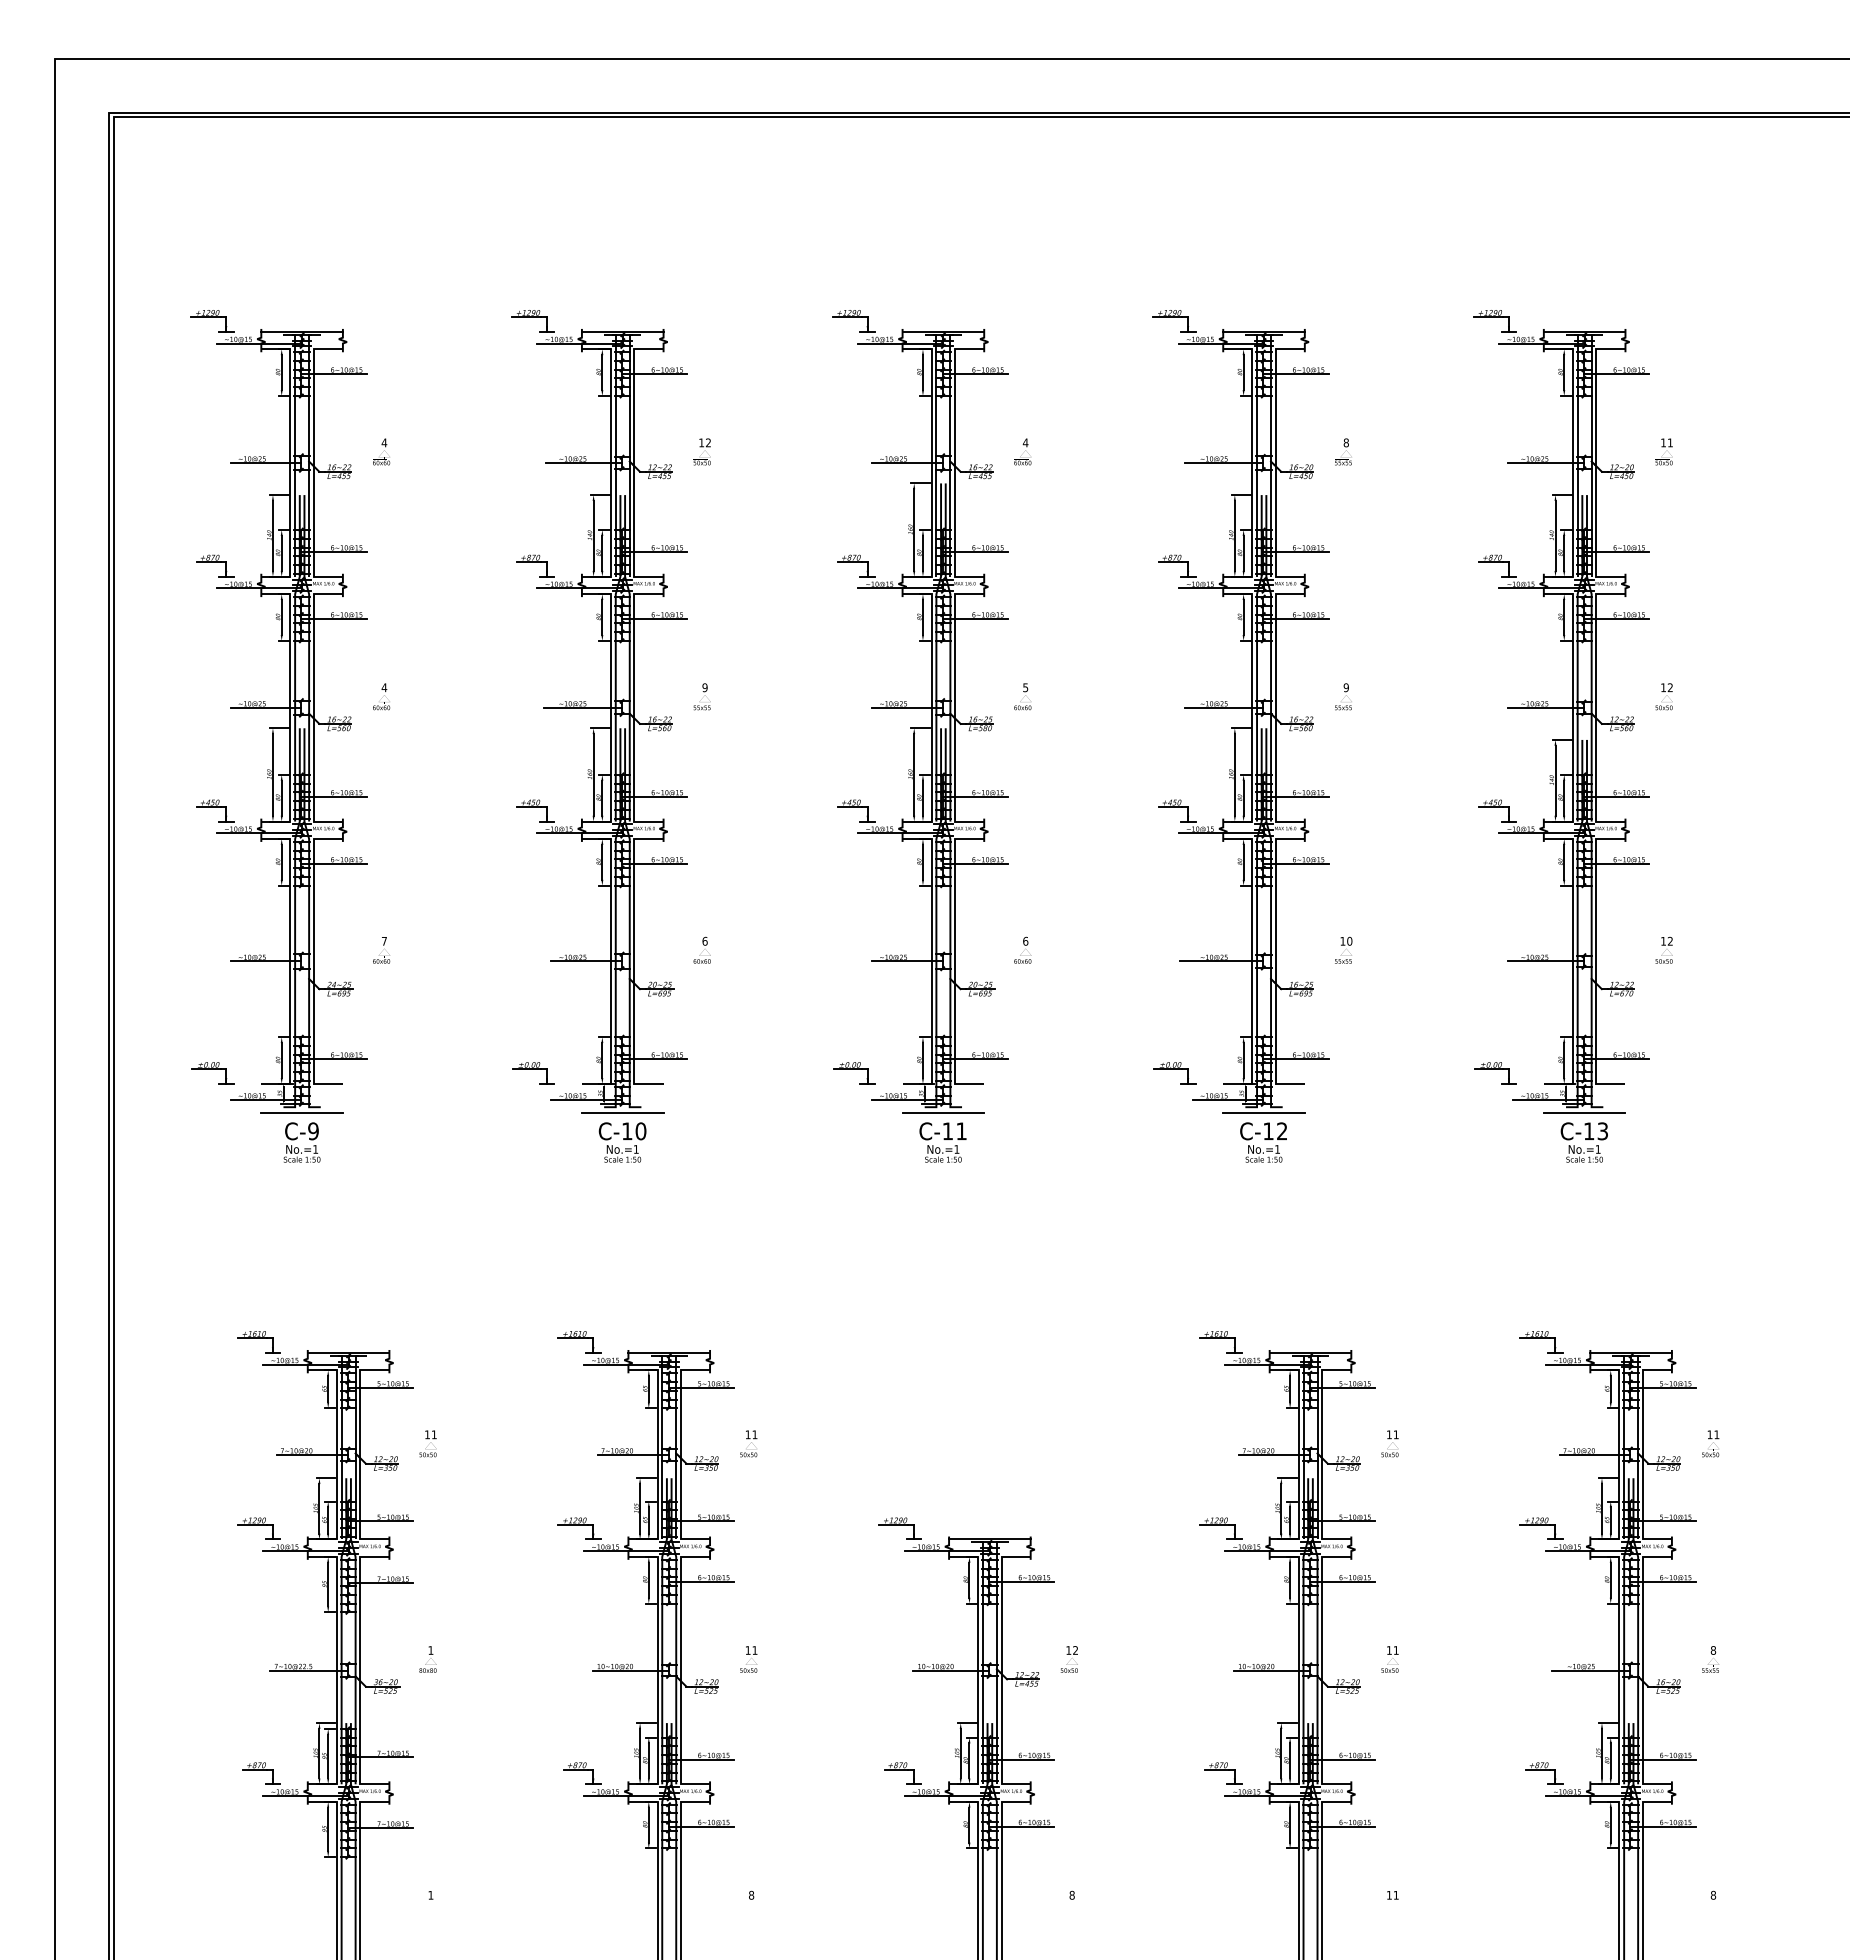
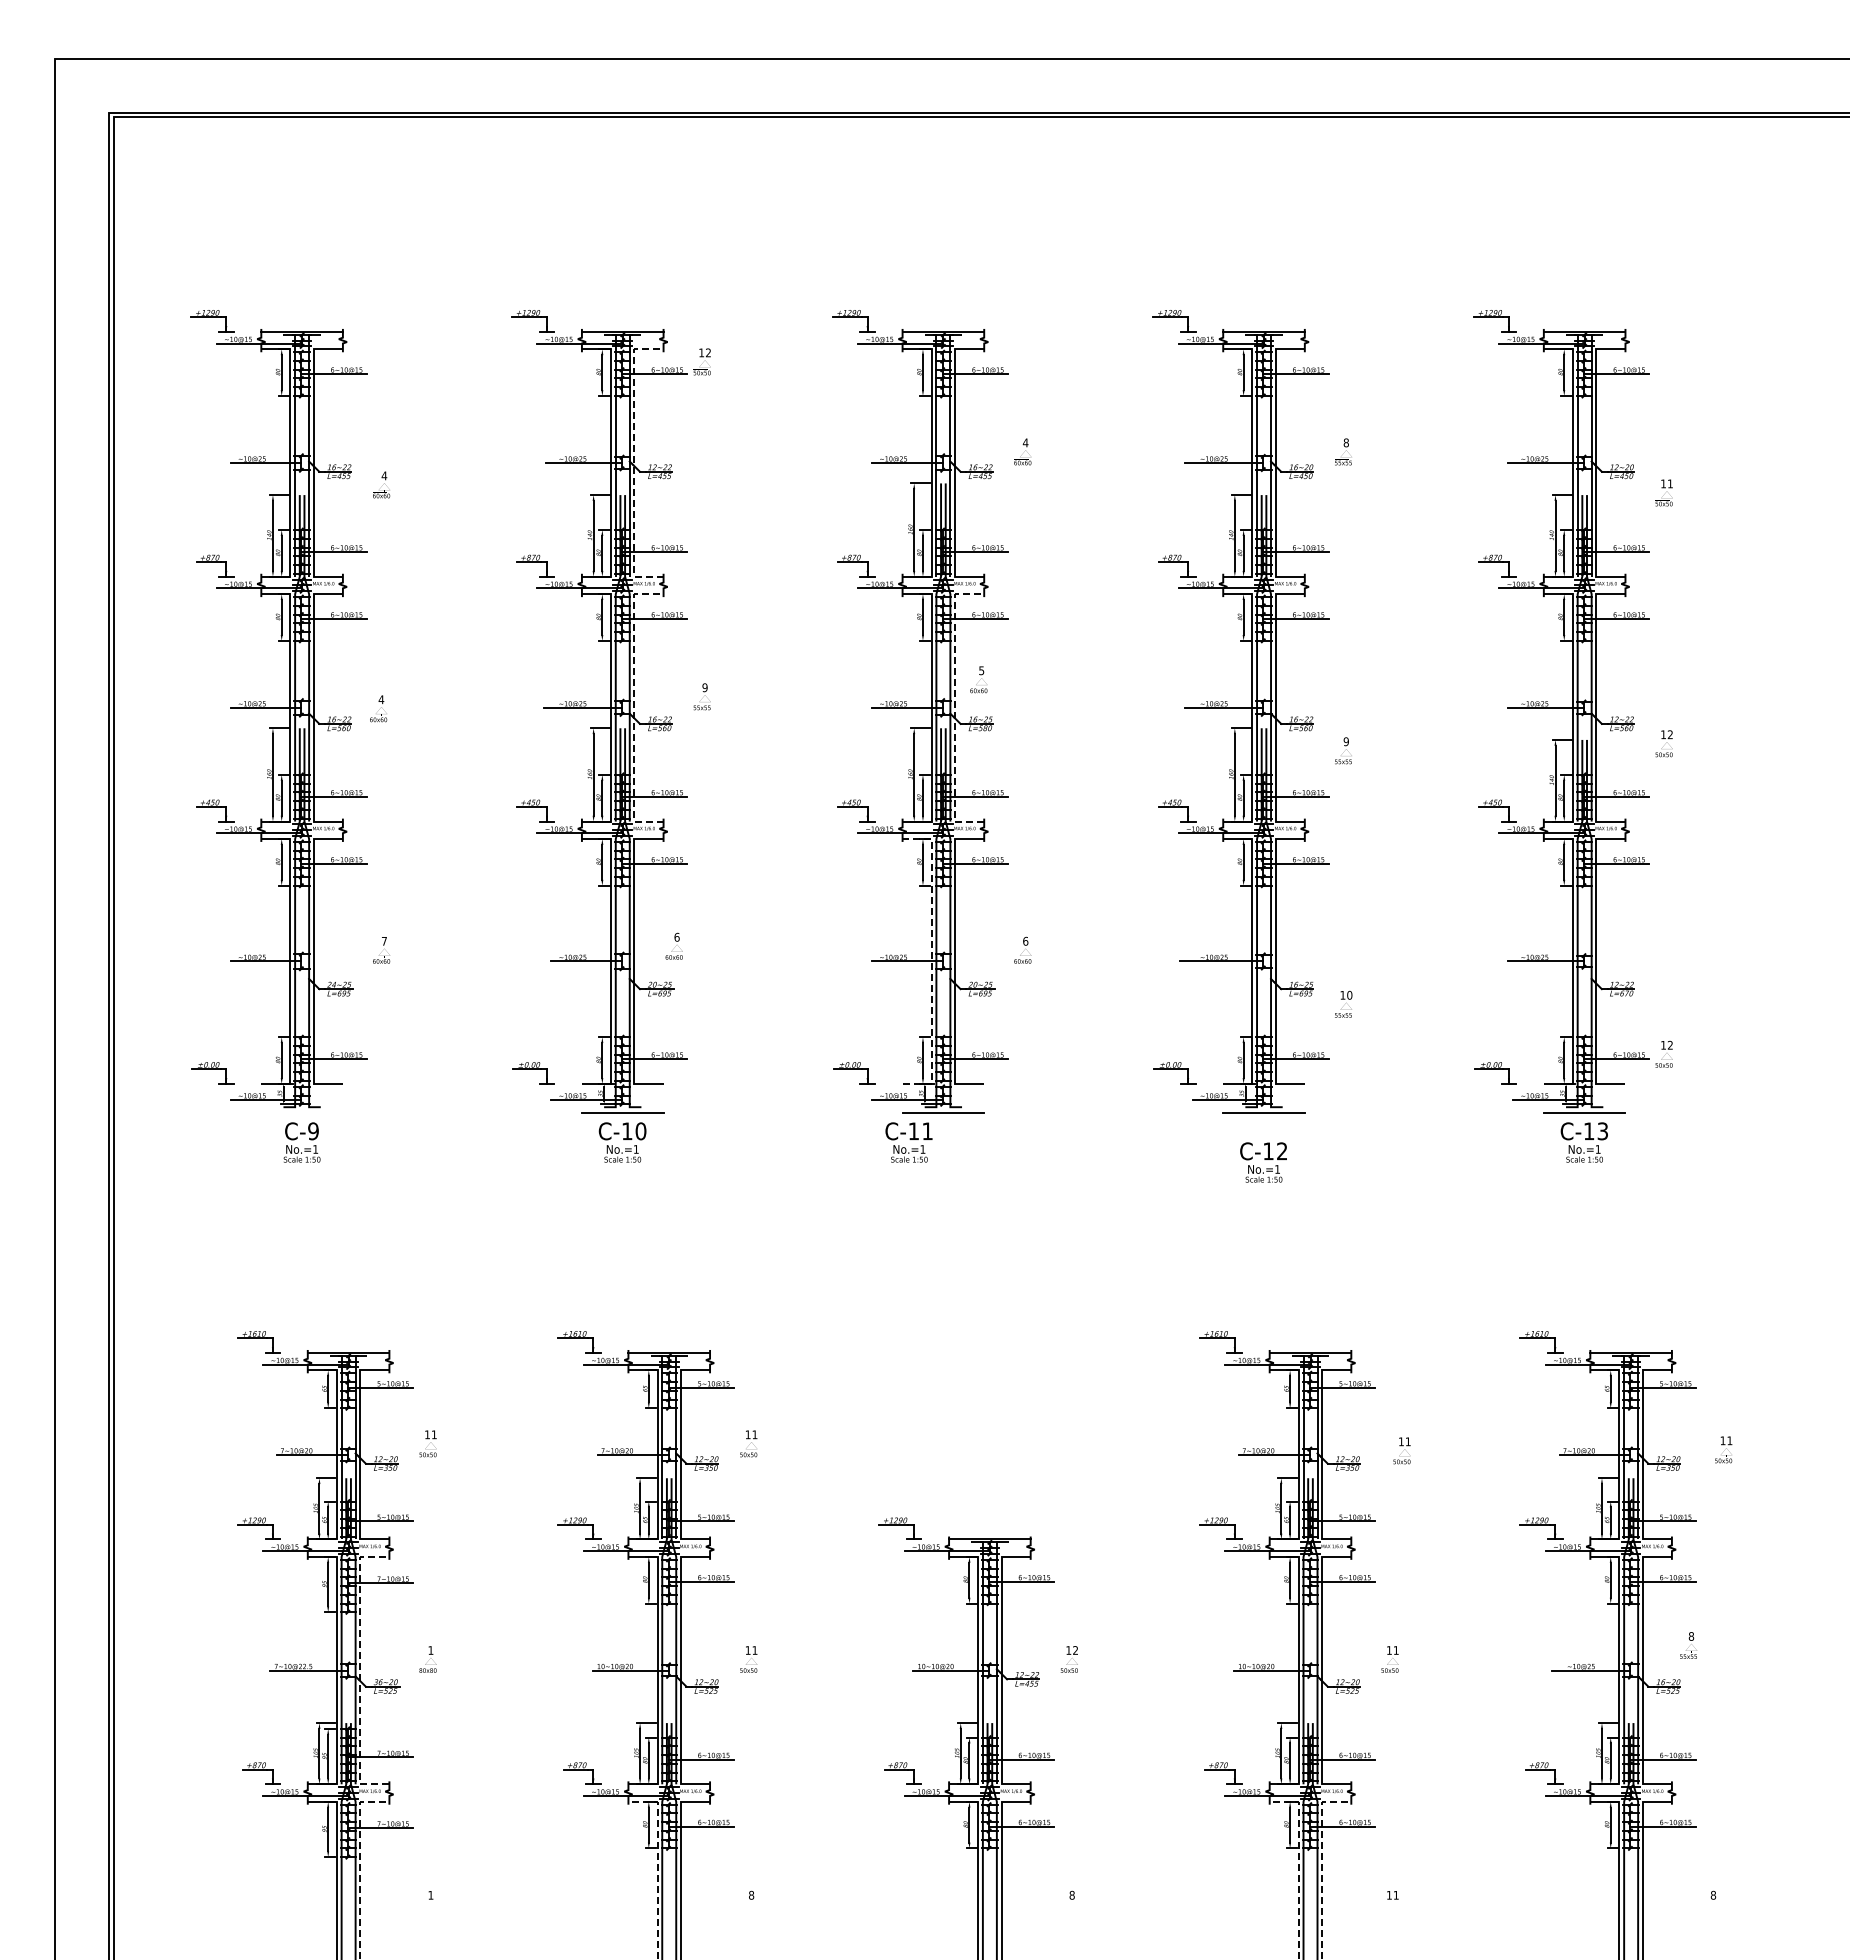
text at (381, 451) position: (381, 451) -> (381, 484)
text at (701, 451) position: (701, 451) -> (701, 361)
text at (1663, 451) position: (1663, 451) -> (1663, 492)
line at (634, 463): solid -> dashed
text at (381, 696) position: (381, 696) -> (378, 708)
text at (1022, 696) position: (1022, 696) -> (978, 679)
text at (1343, 696) position: (1343, 696) -> (1343, 750)
text at (1663, 696) position: (1663, 696) -> (1663, 743)
line at (634, 707): solid -> dashed
line at (955, 707): solid -> dashed
text at (701, 949) position: (701, 949) -> (673, 945)
text at (1343, 949) position: (1343, 949) -> (1343, 1003)
text at (1663, 950) position: (1663, 950) -> (1663, 1054)
line at (931, 960): solid -> dashed
line at (301, 1113): present -> none
text at (942, 1142) position: (942, 1142) -> (908, 1142)
text at (1263, 1142) position: (1263, 1142) -> (1263, 1162)
text at (1389, 1443) position: (1389, 1443) -> (1401, 1450)
text at (1710, 1443) position: (1710, 1443) -> (1723, 1449)
text at (1710, 1659) position: (1710, 1659) -> (1688, 1645)
line at (360, 1670): solid -> dashed
line at (360, 1864): solid -> dashed
line at (657, 1864): solid -> dashed
line at (1298, 1864): solid -> dashed
line at (1322, 1864): solid -> dashed
